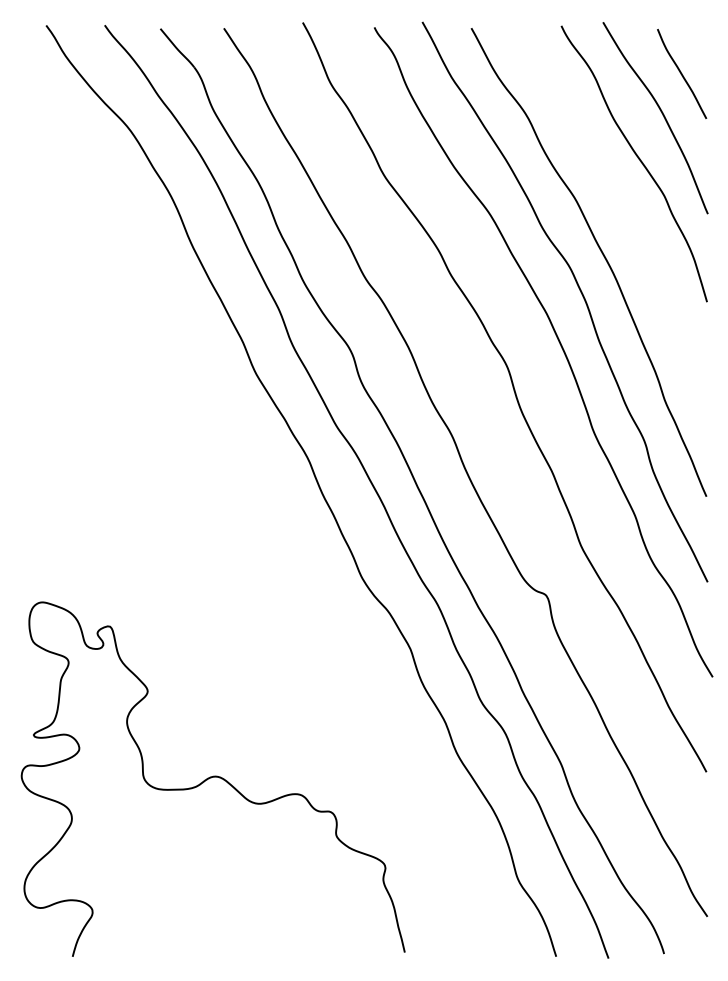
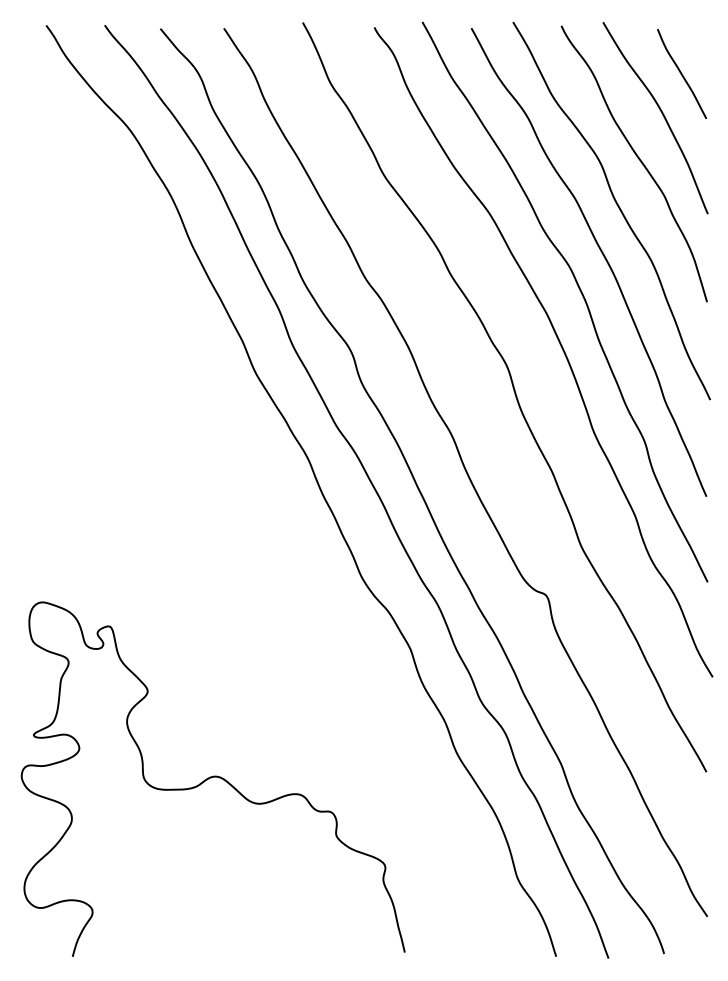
curve at (617, 206): none -> present
